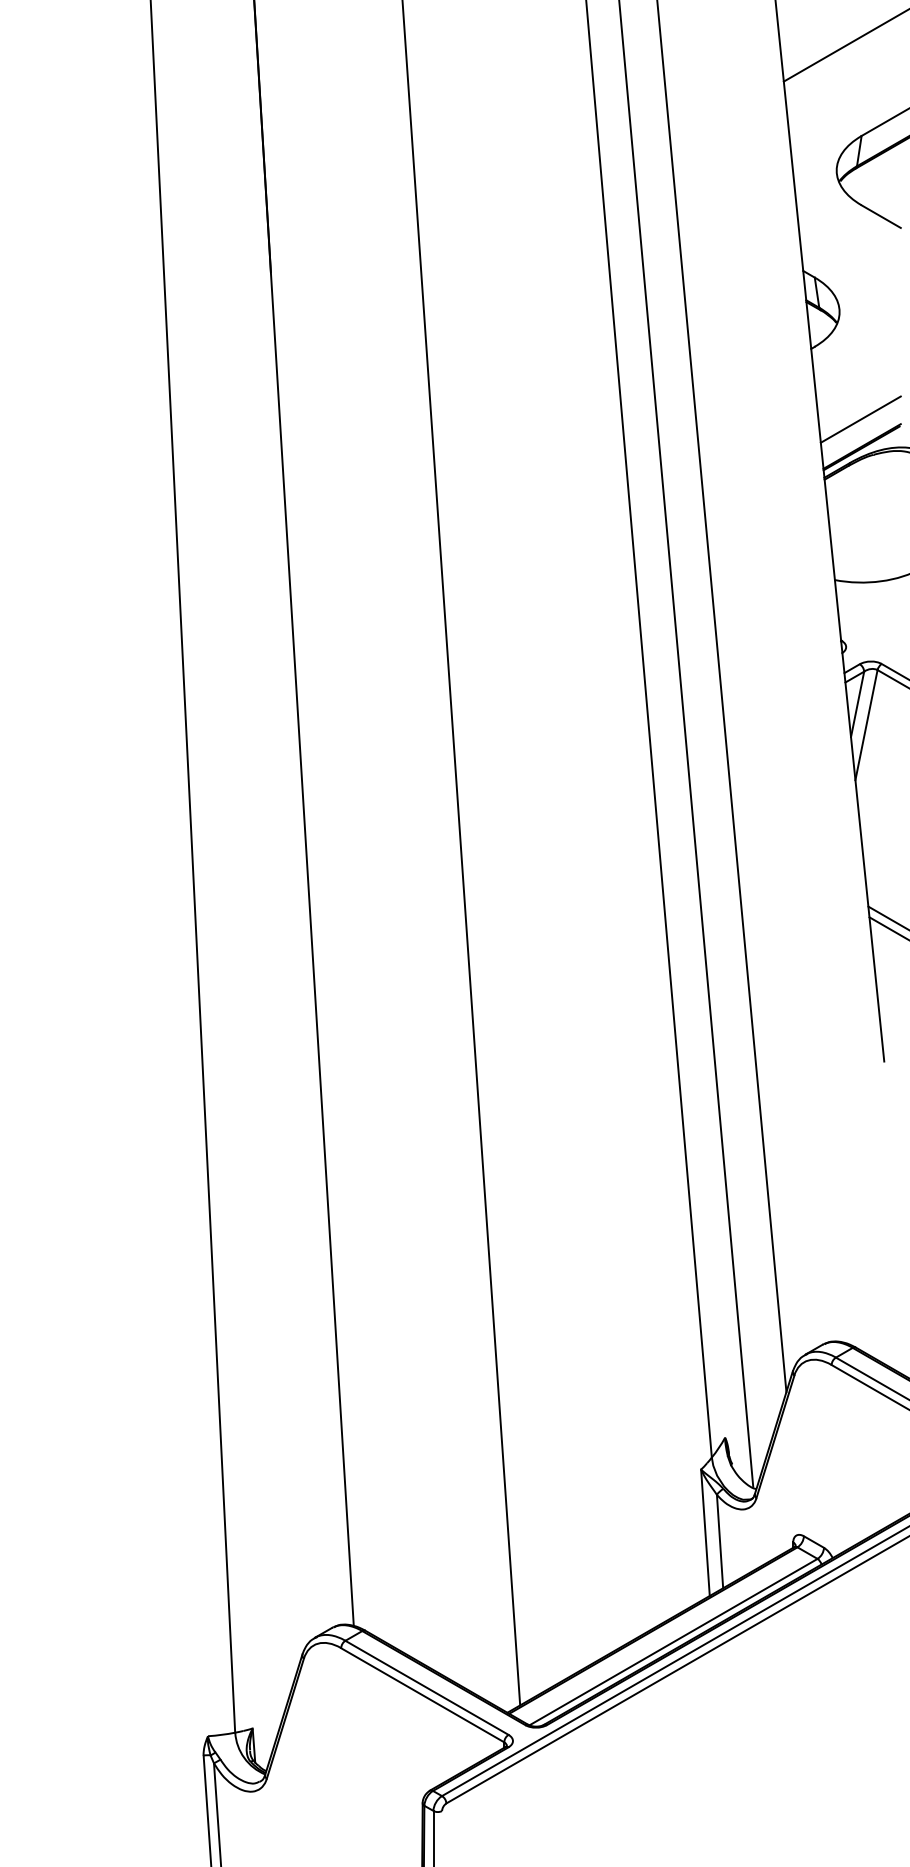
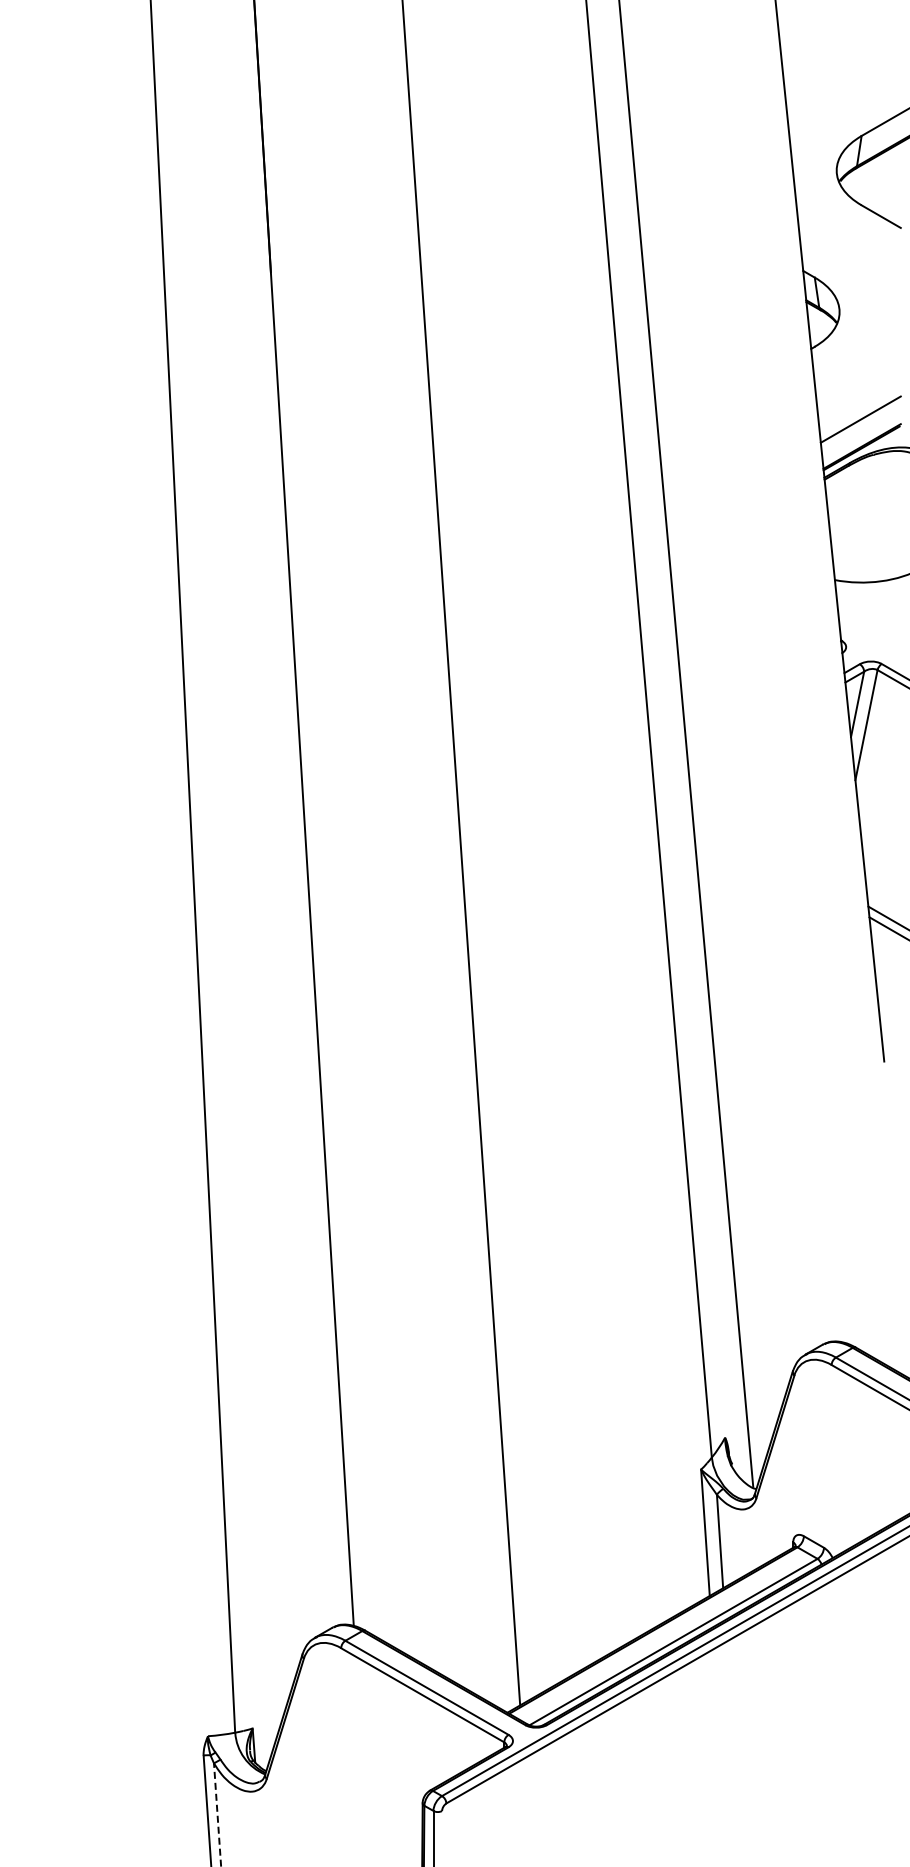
line at (844, 45): present -> none
line at (721, 697): present -> none
line at (217, 1815): solid -> dashed
